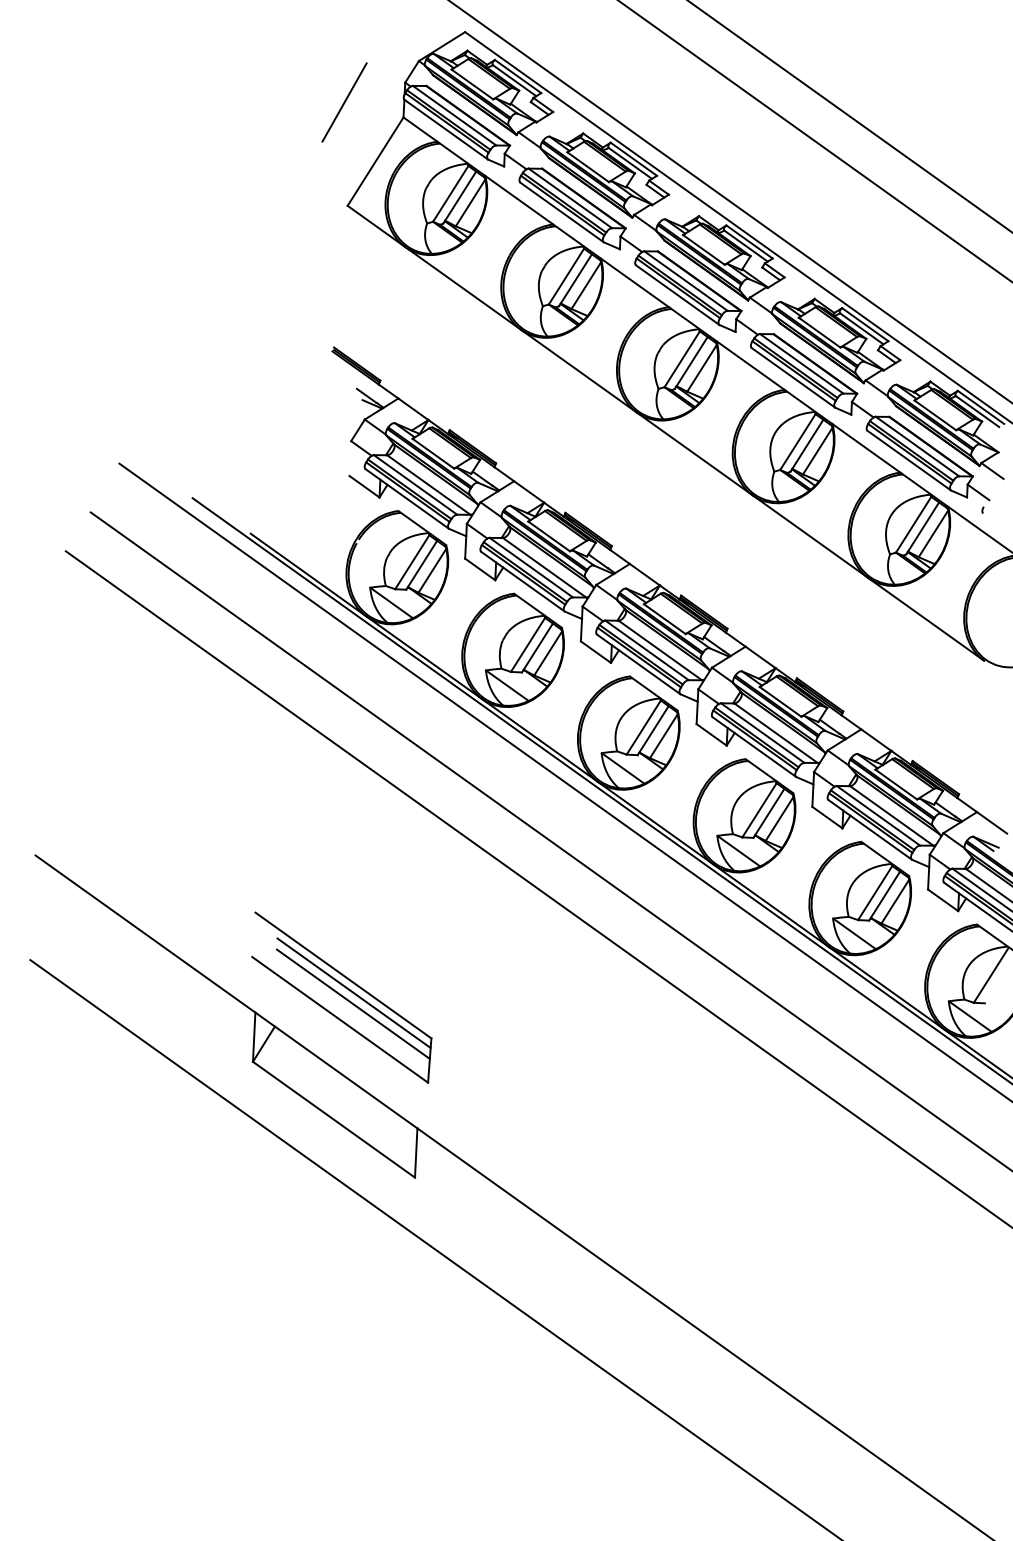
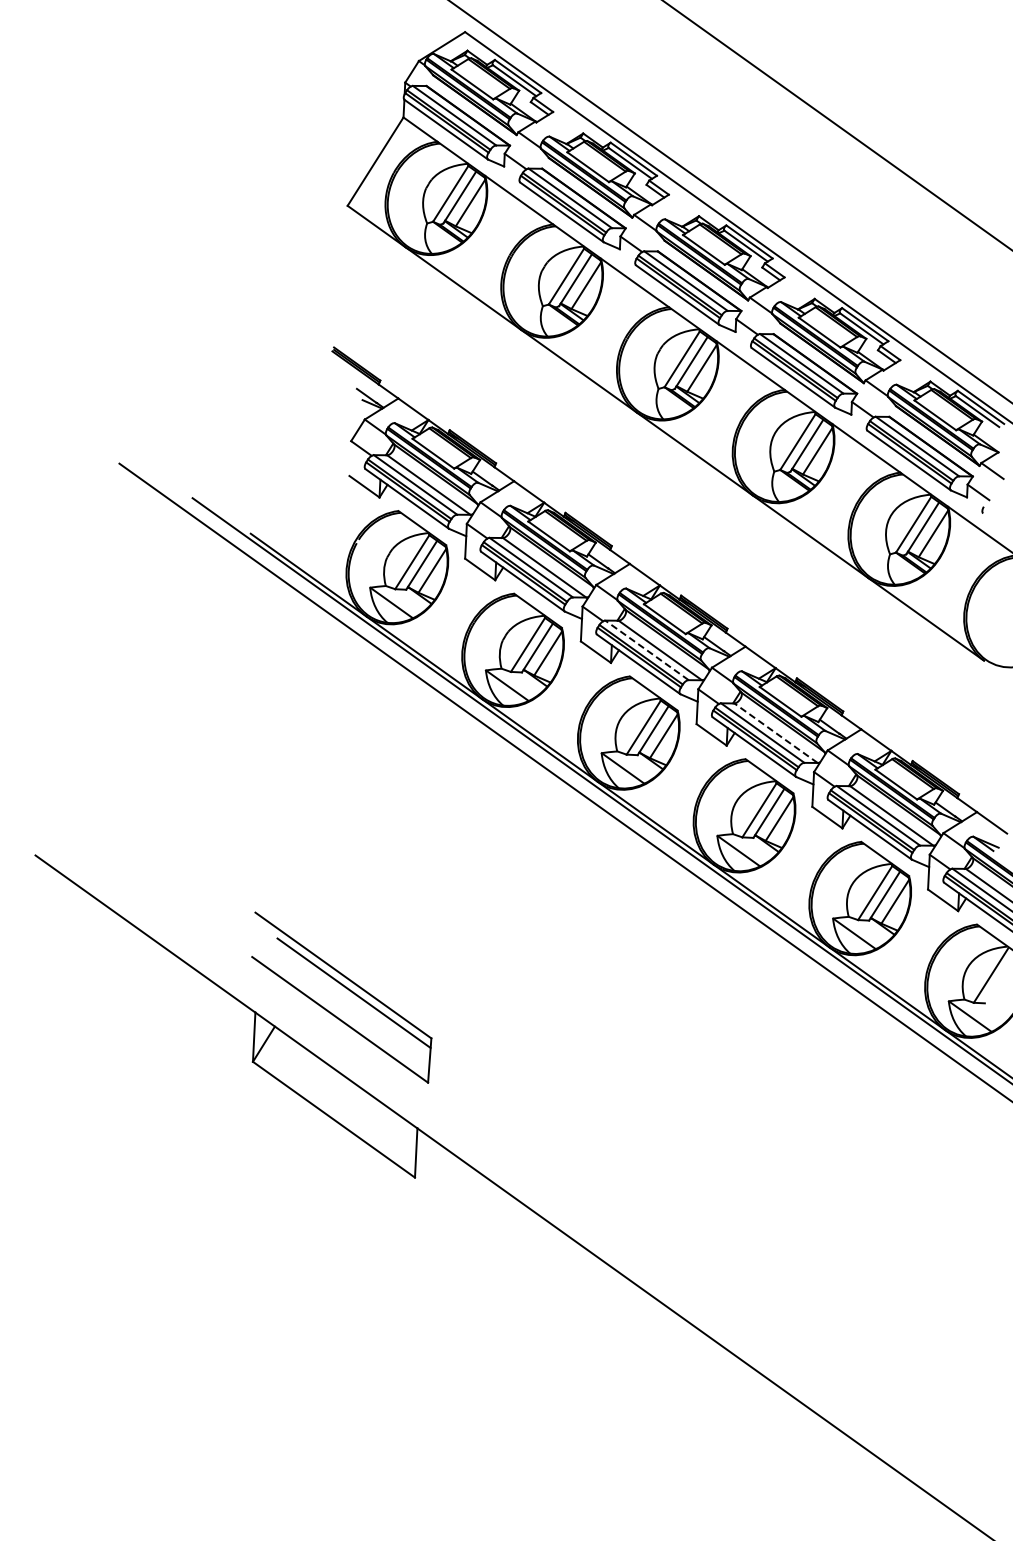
line at (344, 102): present -> none
line at (849, 116): present -> none
line at (814, 141) position: (814, 141) -> (836, 125)
line at (646, 650): solid -> dashed
line at (775, 732): solid -> dashed
line at (549, 840): present -> none
line at (537, 888): present -> none
line at (352, 1003): present -> none
line at (434, 1248): present -> none
